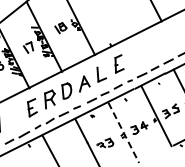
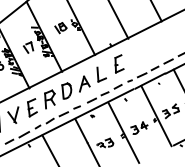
line at (118, 20): none -> present
part at (13, 114): none -> present
line at (123, 132): dashed -> solid
